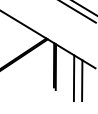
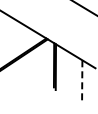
line at (77, 11): present -> none
line at (73, 78): present -> none
line at (82, 81): solid -> dashed
